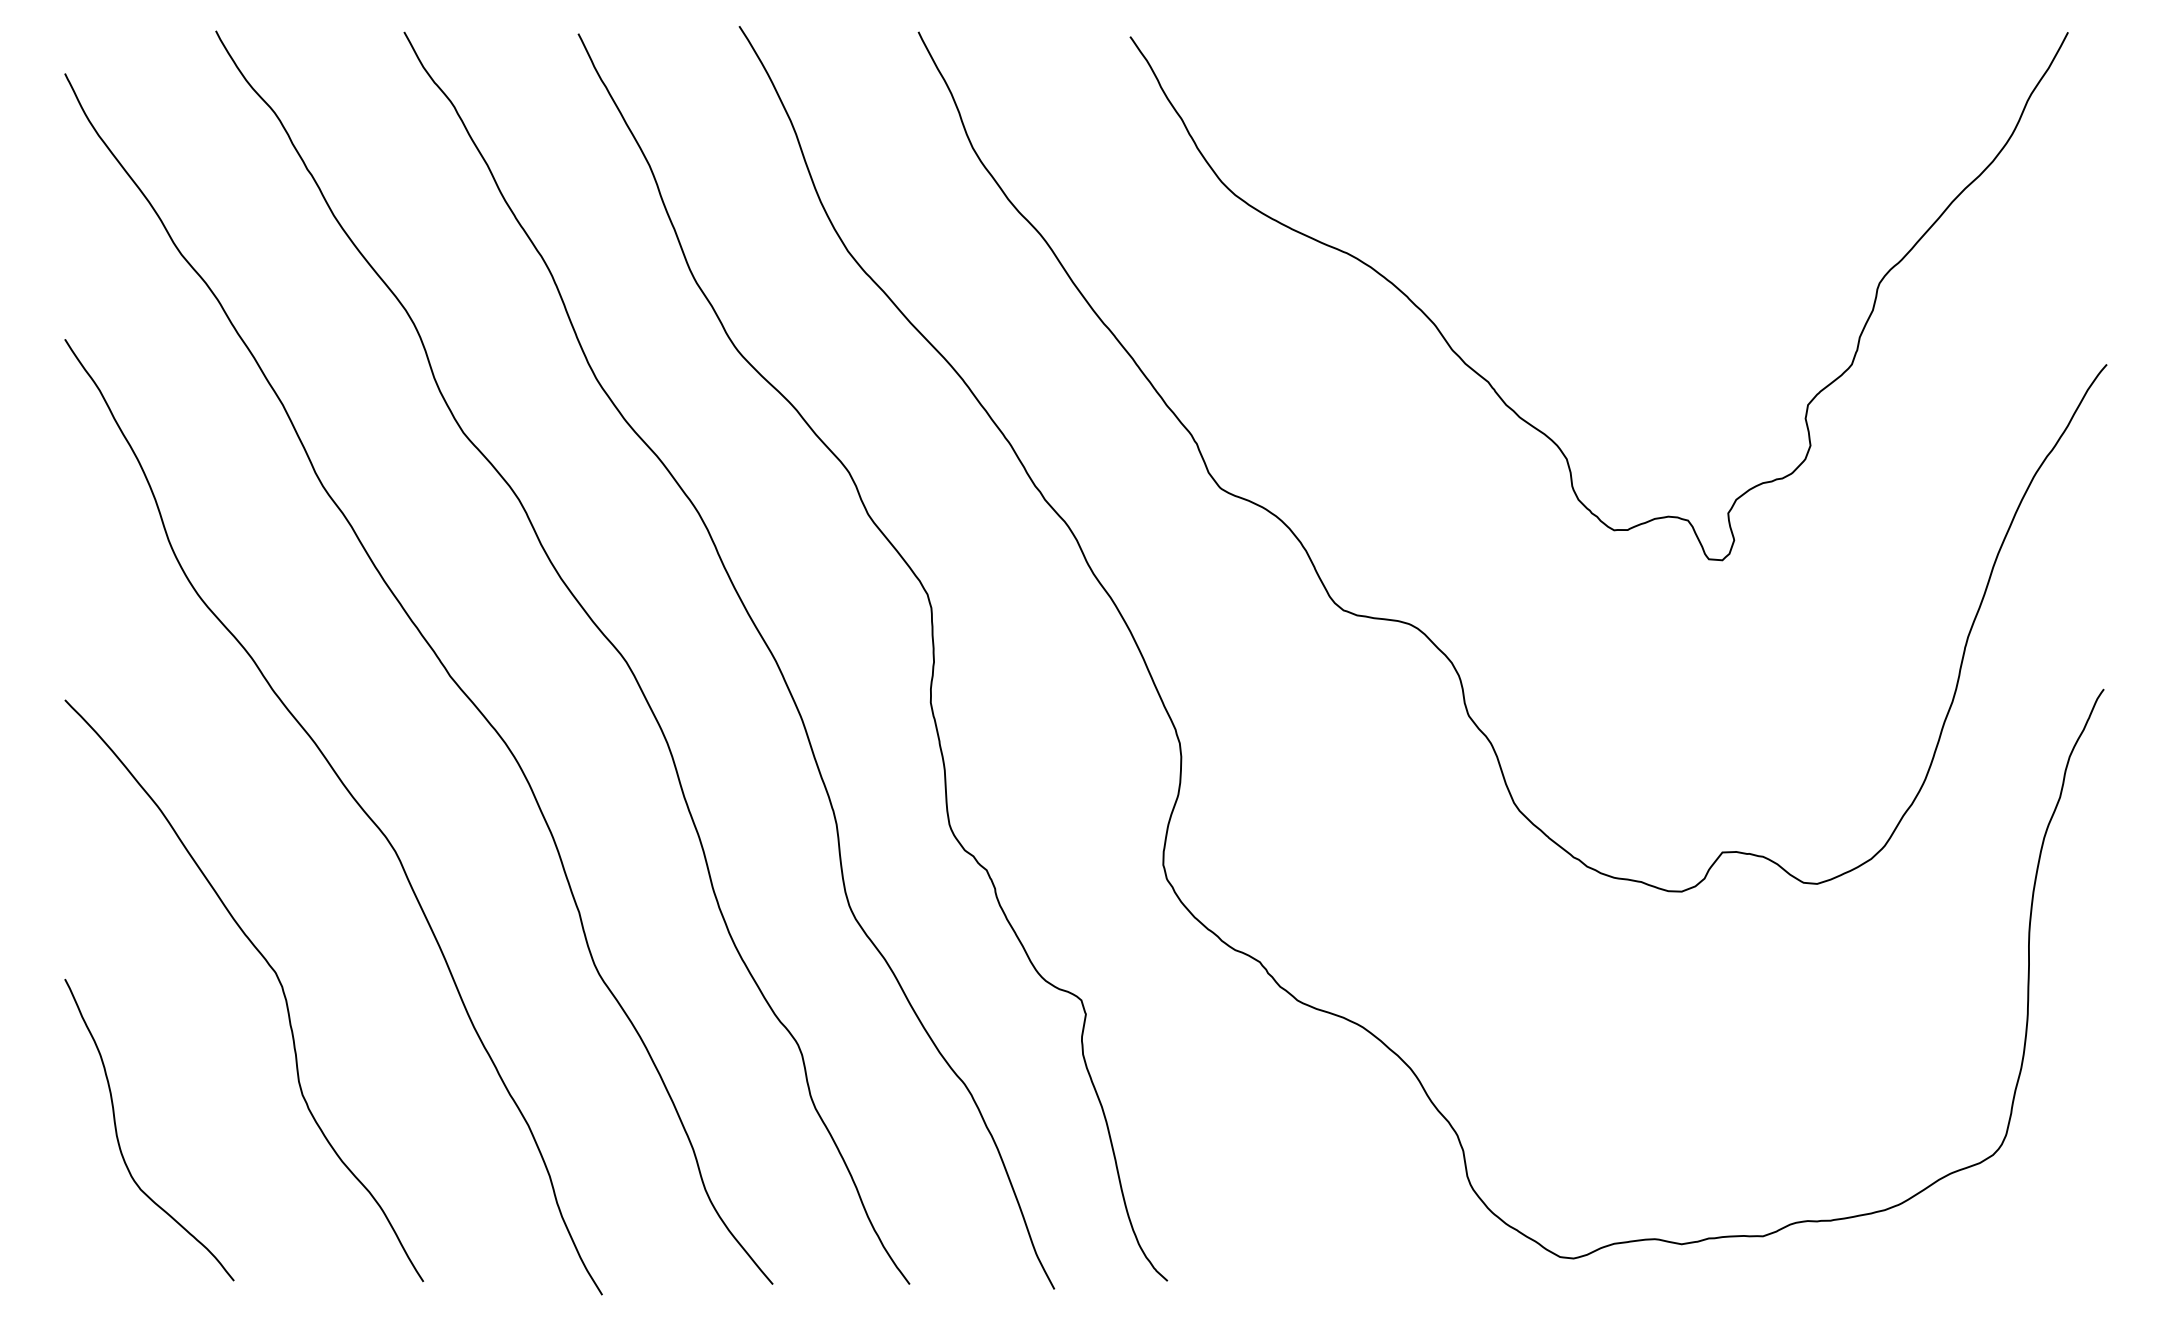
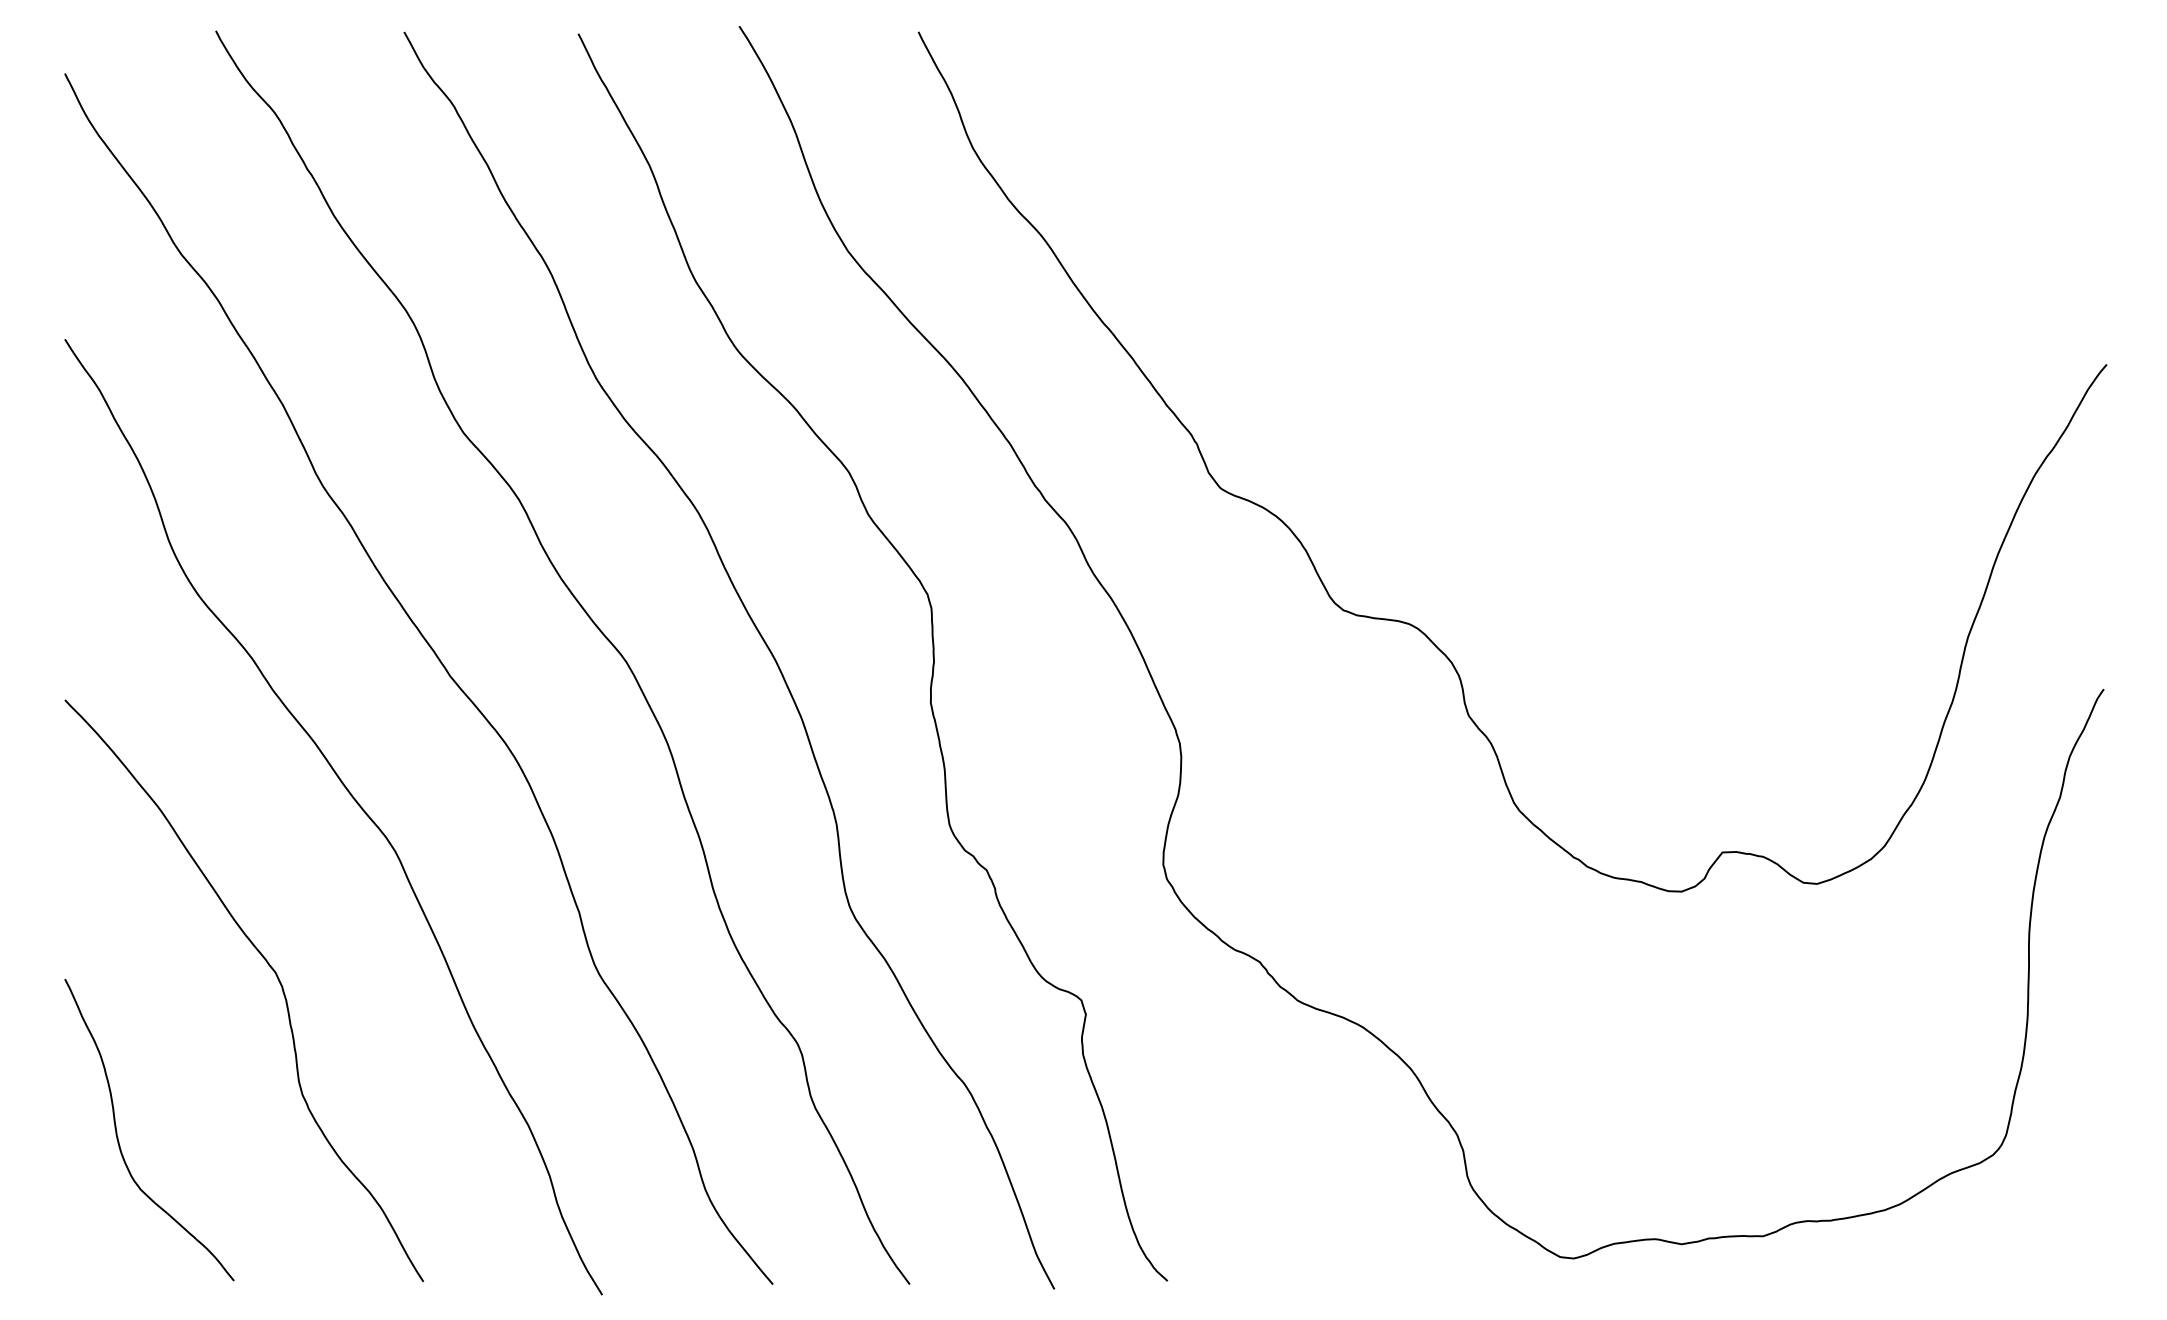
curve at (1489, 381): present -> none
